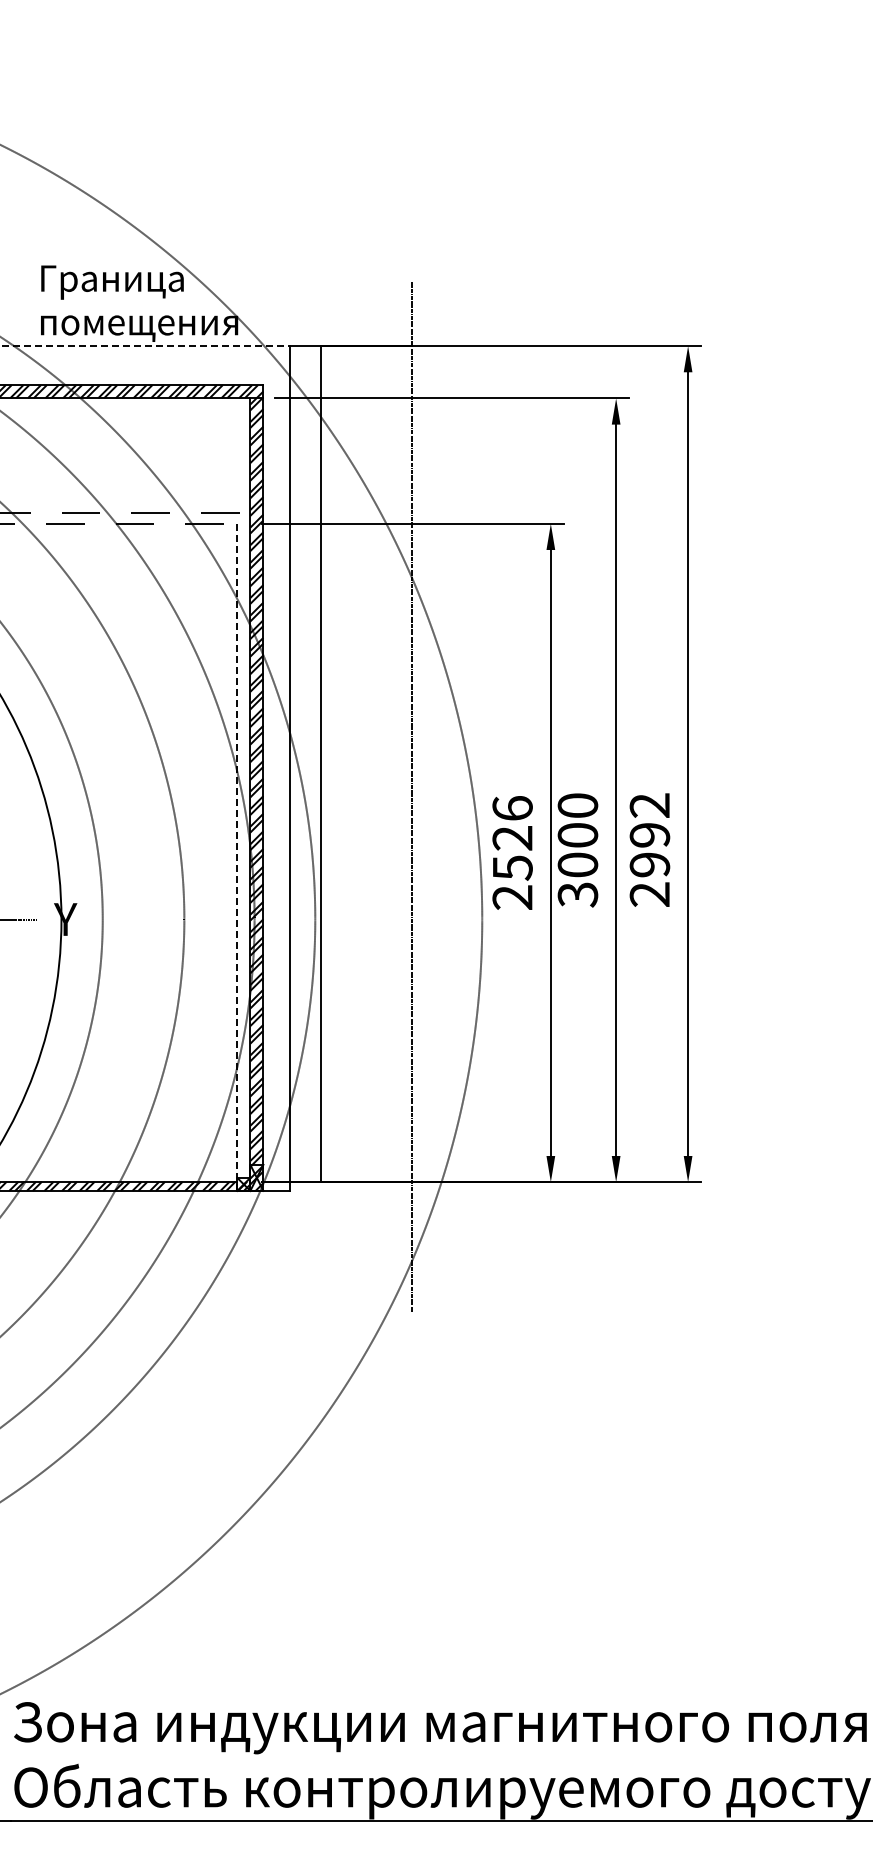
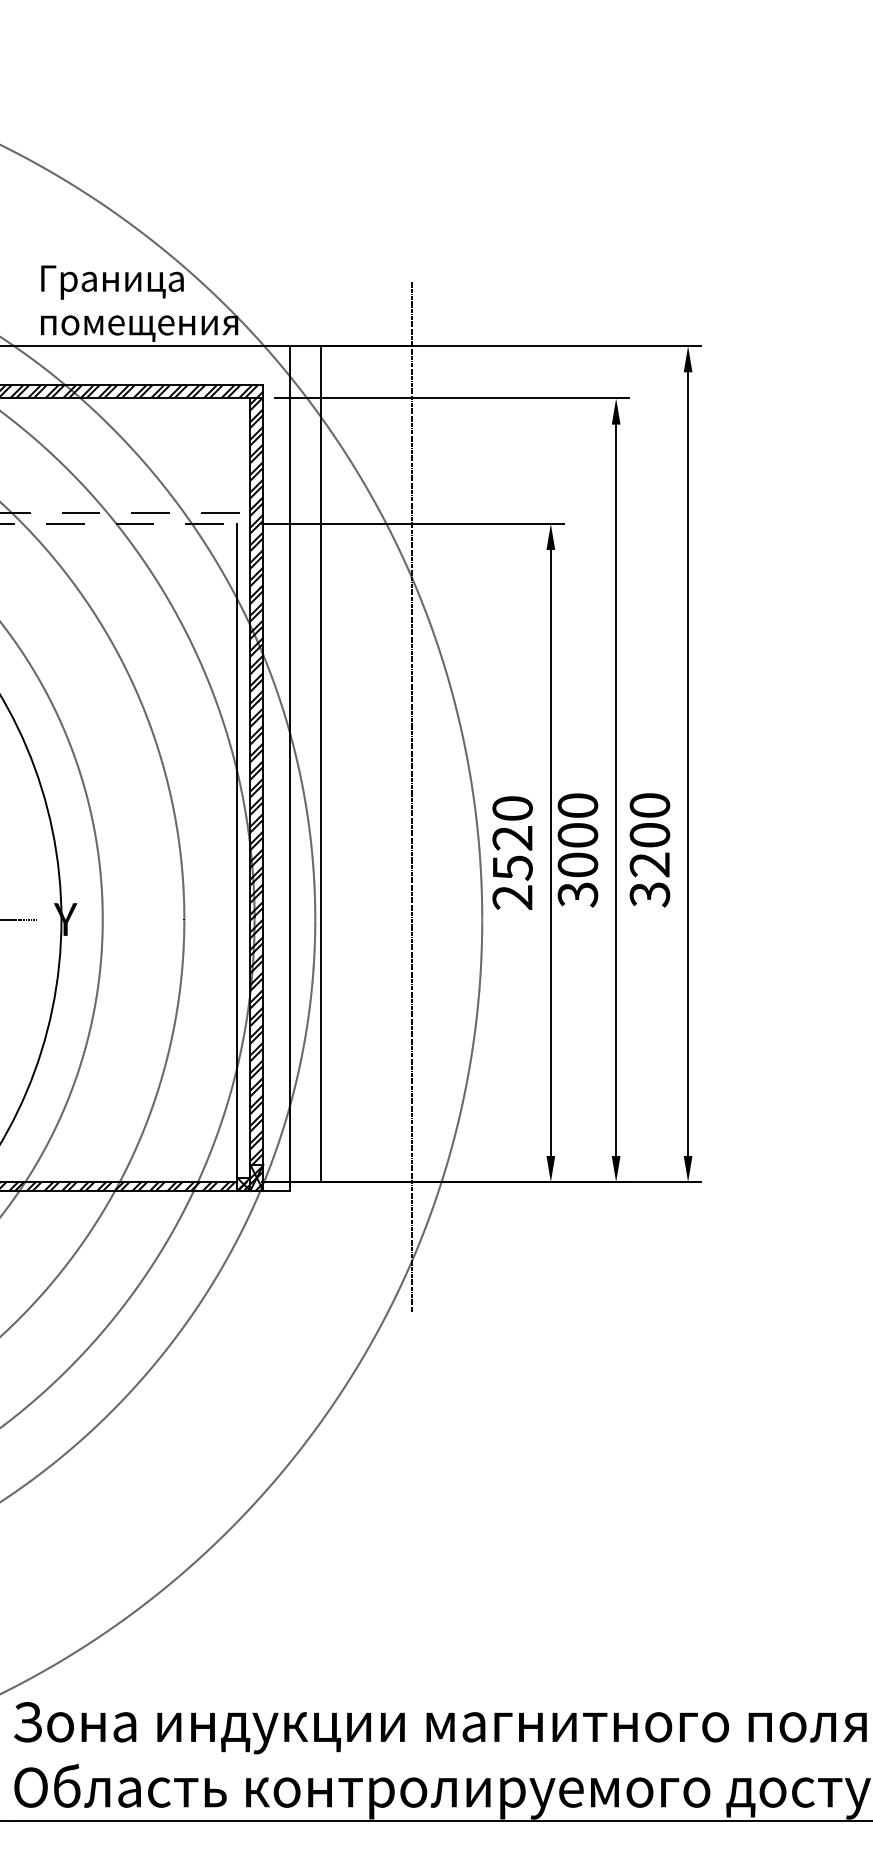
line at (145, 346): dashed -> solid
text at (512, 808): 2526 -> 2520
text at (649, 850): 2992 -> 3200
line at (237, 857): dashed -> solid
